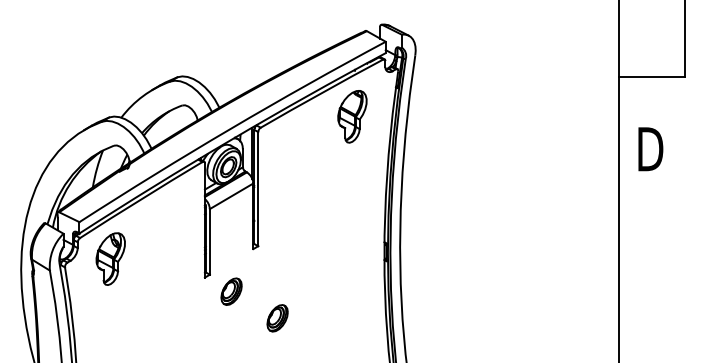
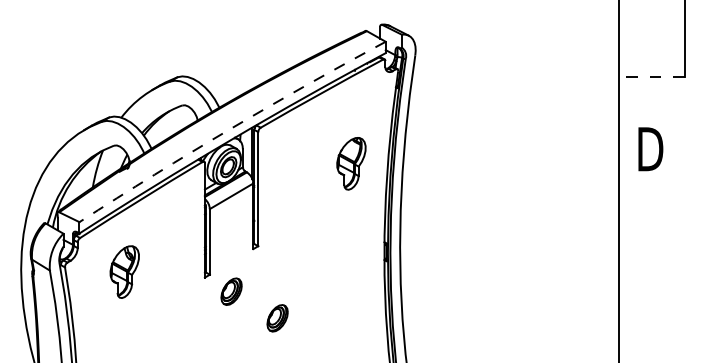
line at (651, 76): solid -> dashed
part at (352, 116) position: (352, 116) -> (351, 163)
arc at (230, 128): solid -> dashed
part at (110, 258) position: (110, 258) -> (124, 271)
